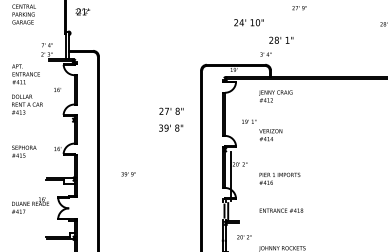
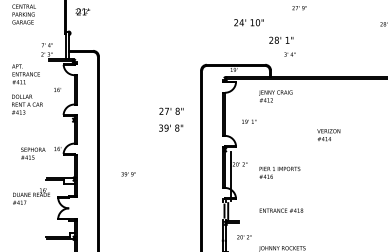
text at (265, 54) position: (265, 54) -> (289, 54)
text at (270, 135) position: (270, 135) -> (328, 135)
text at (24, 151) position: (24, 151) -> (33, 153)
text at (279, 178) position: (279, 178) -> (279, 172)
text at (30, 205) position: (30, 205) -> (31, 196)
